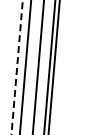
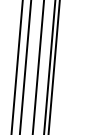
line at (17, 67): dashed -> solid
